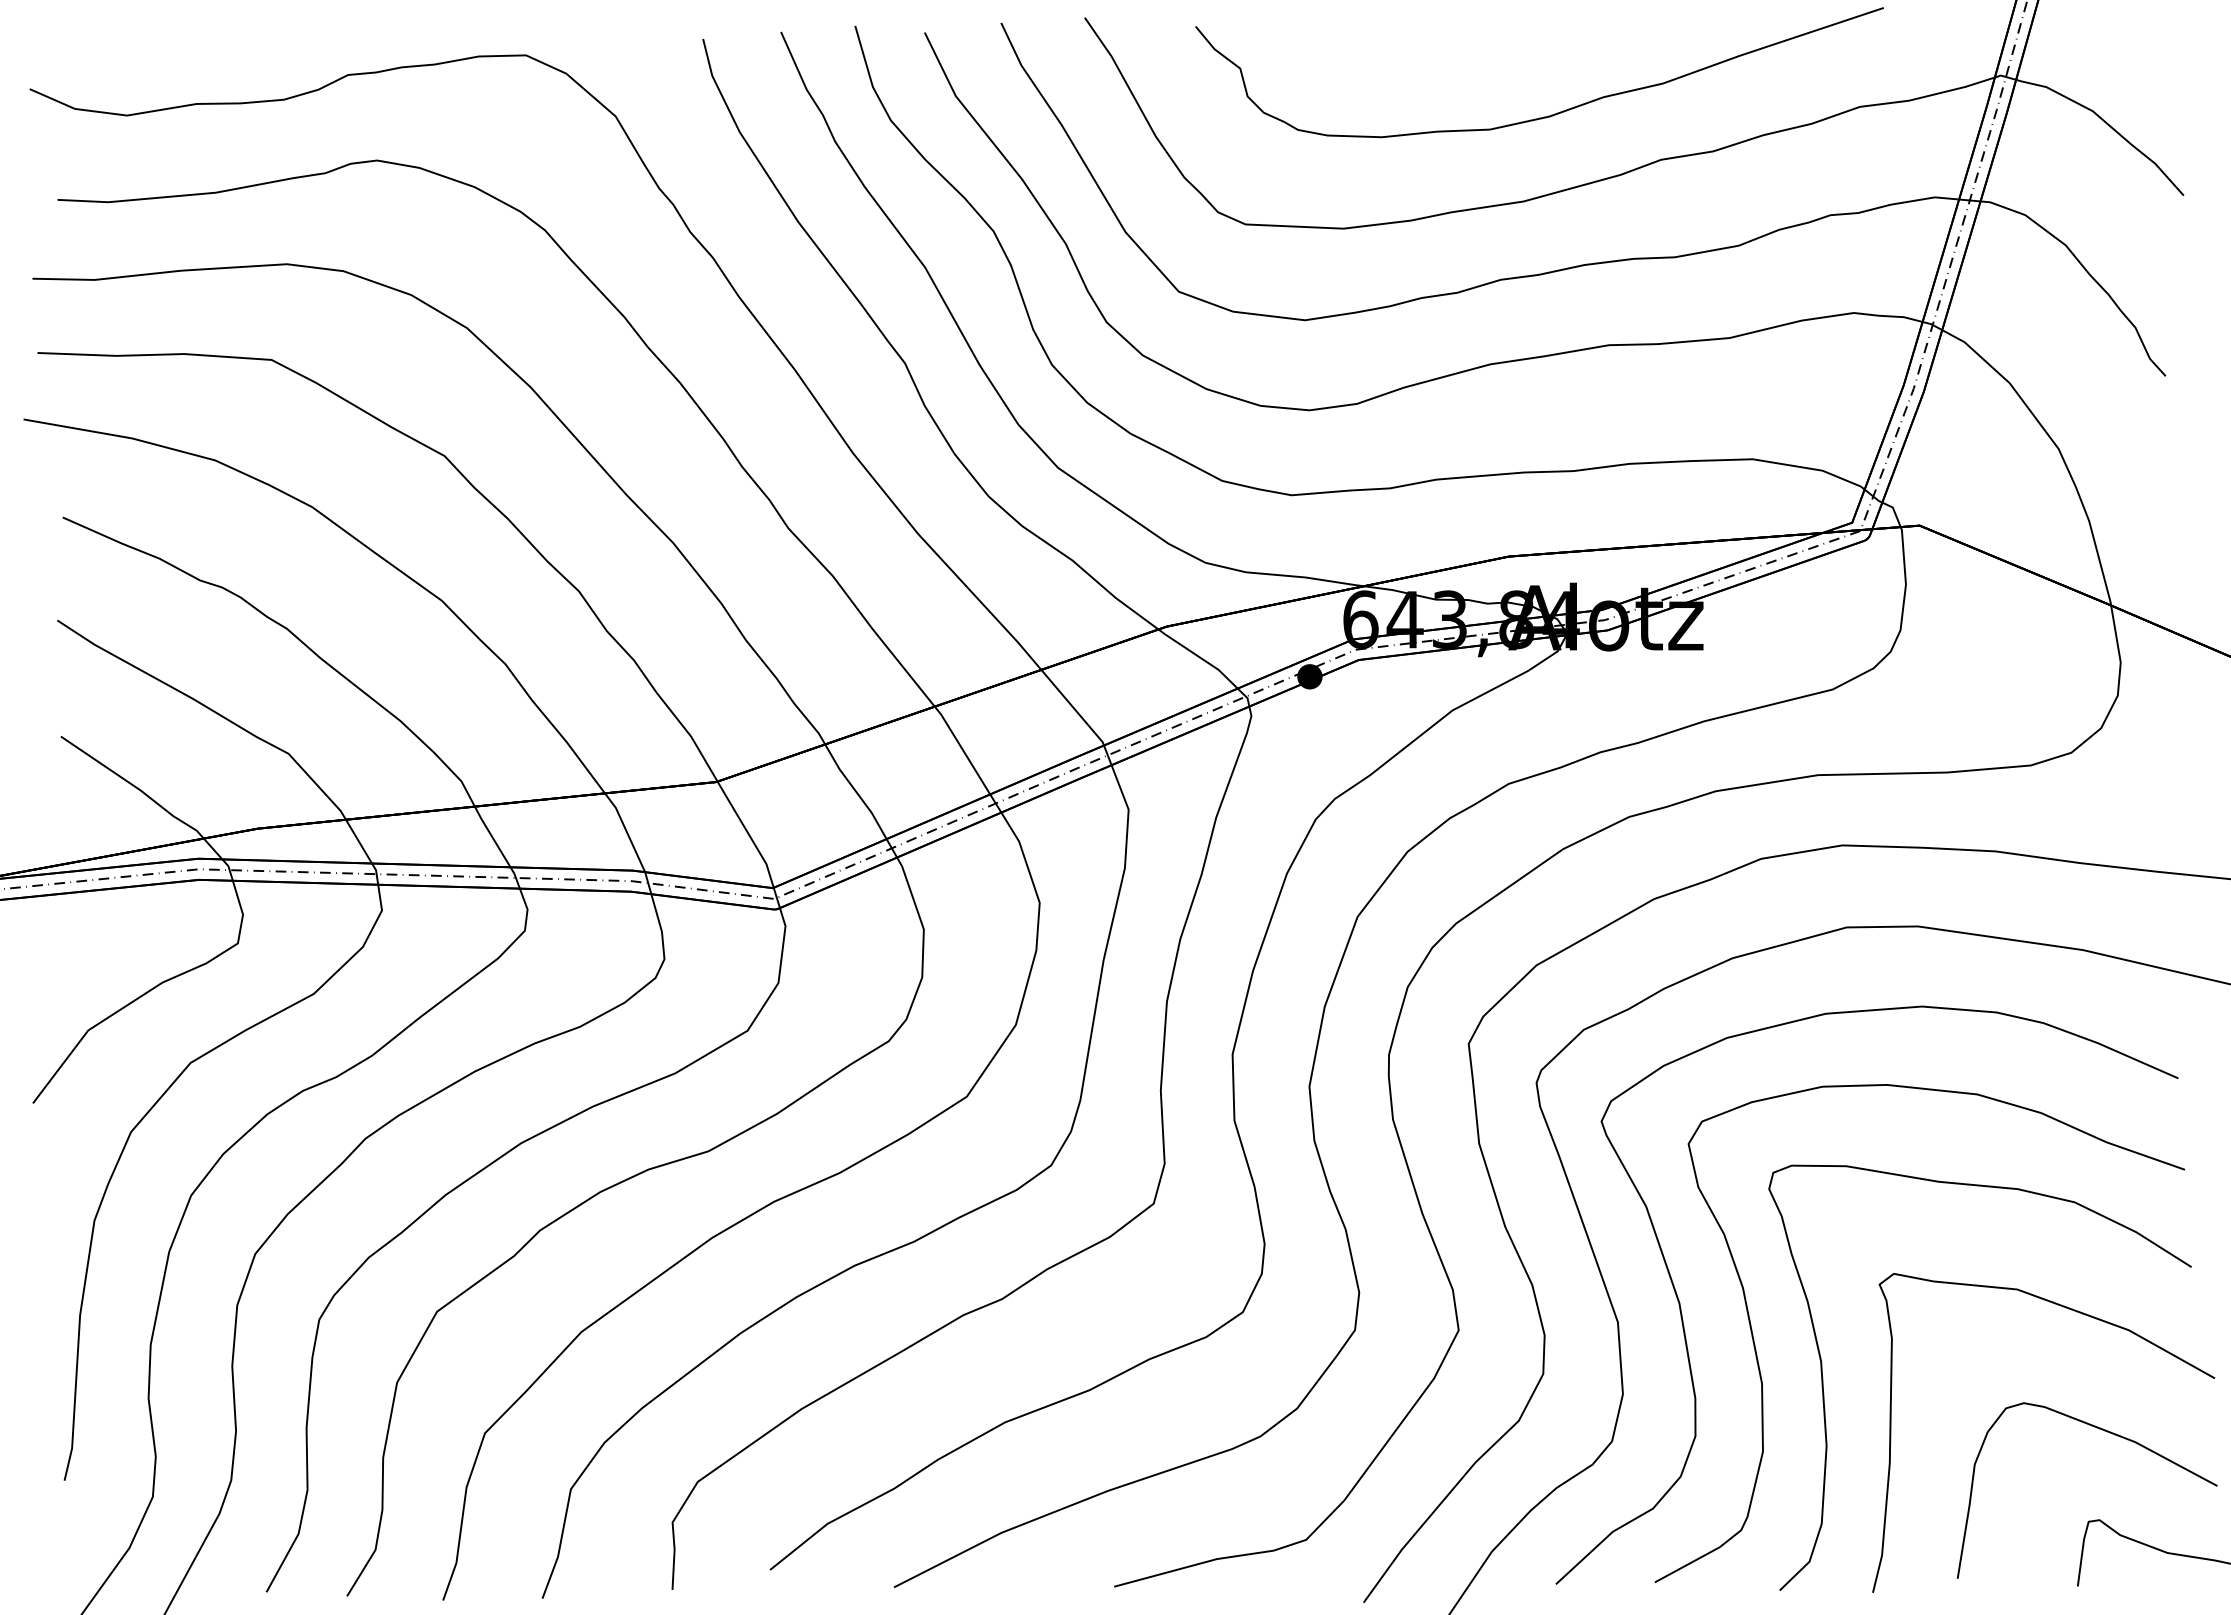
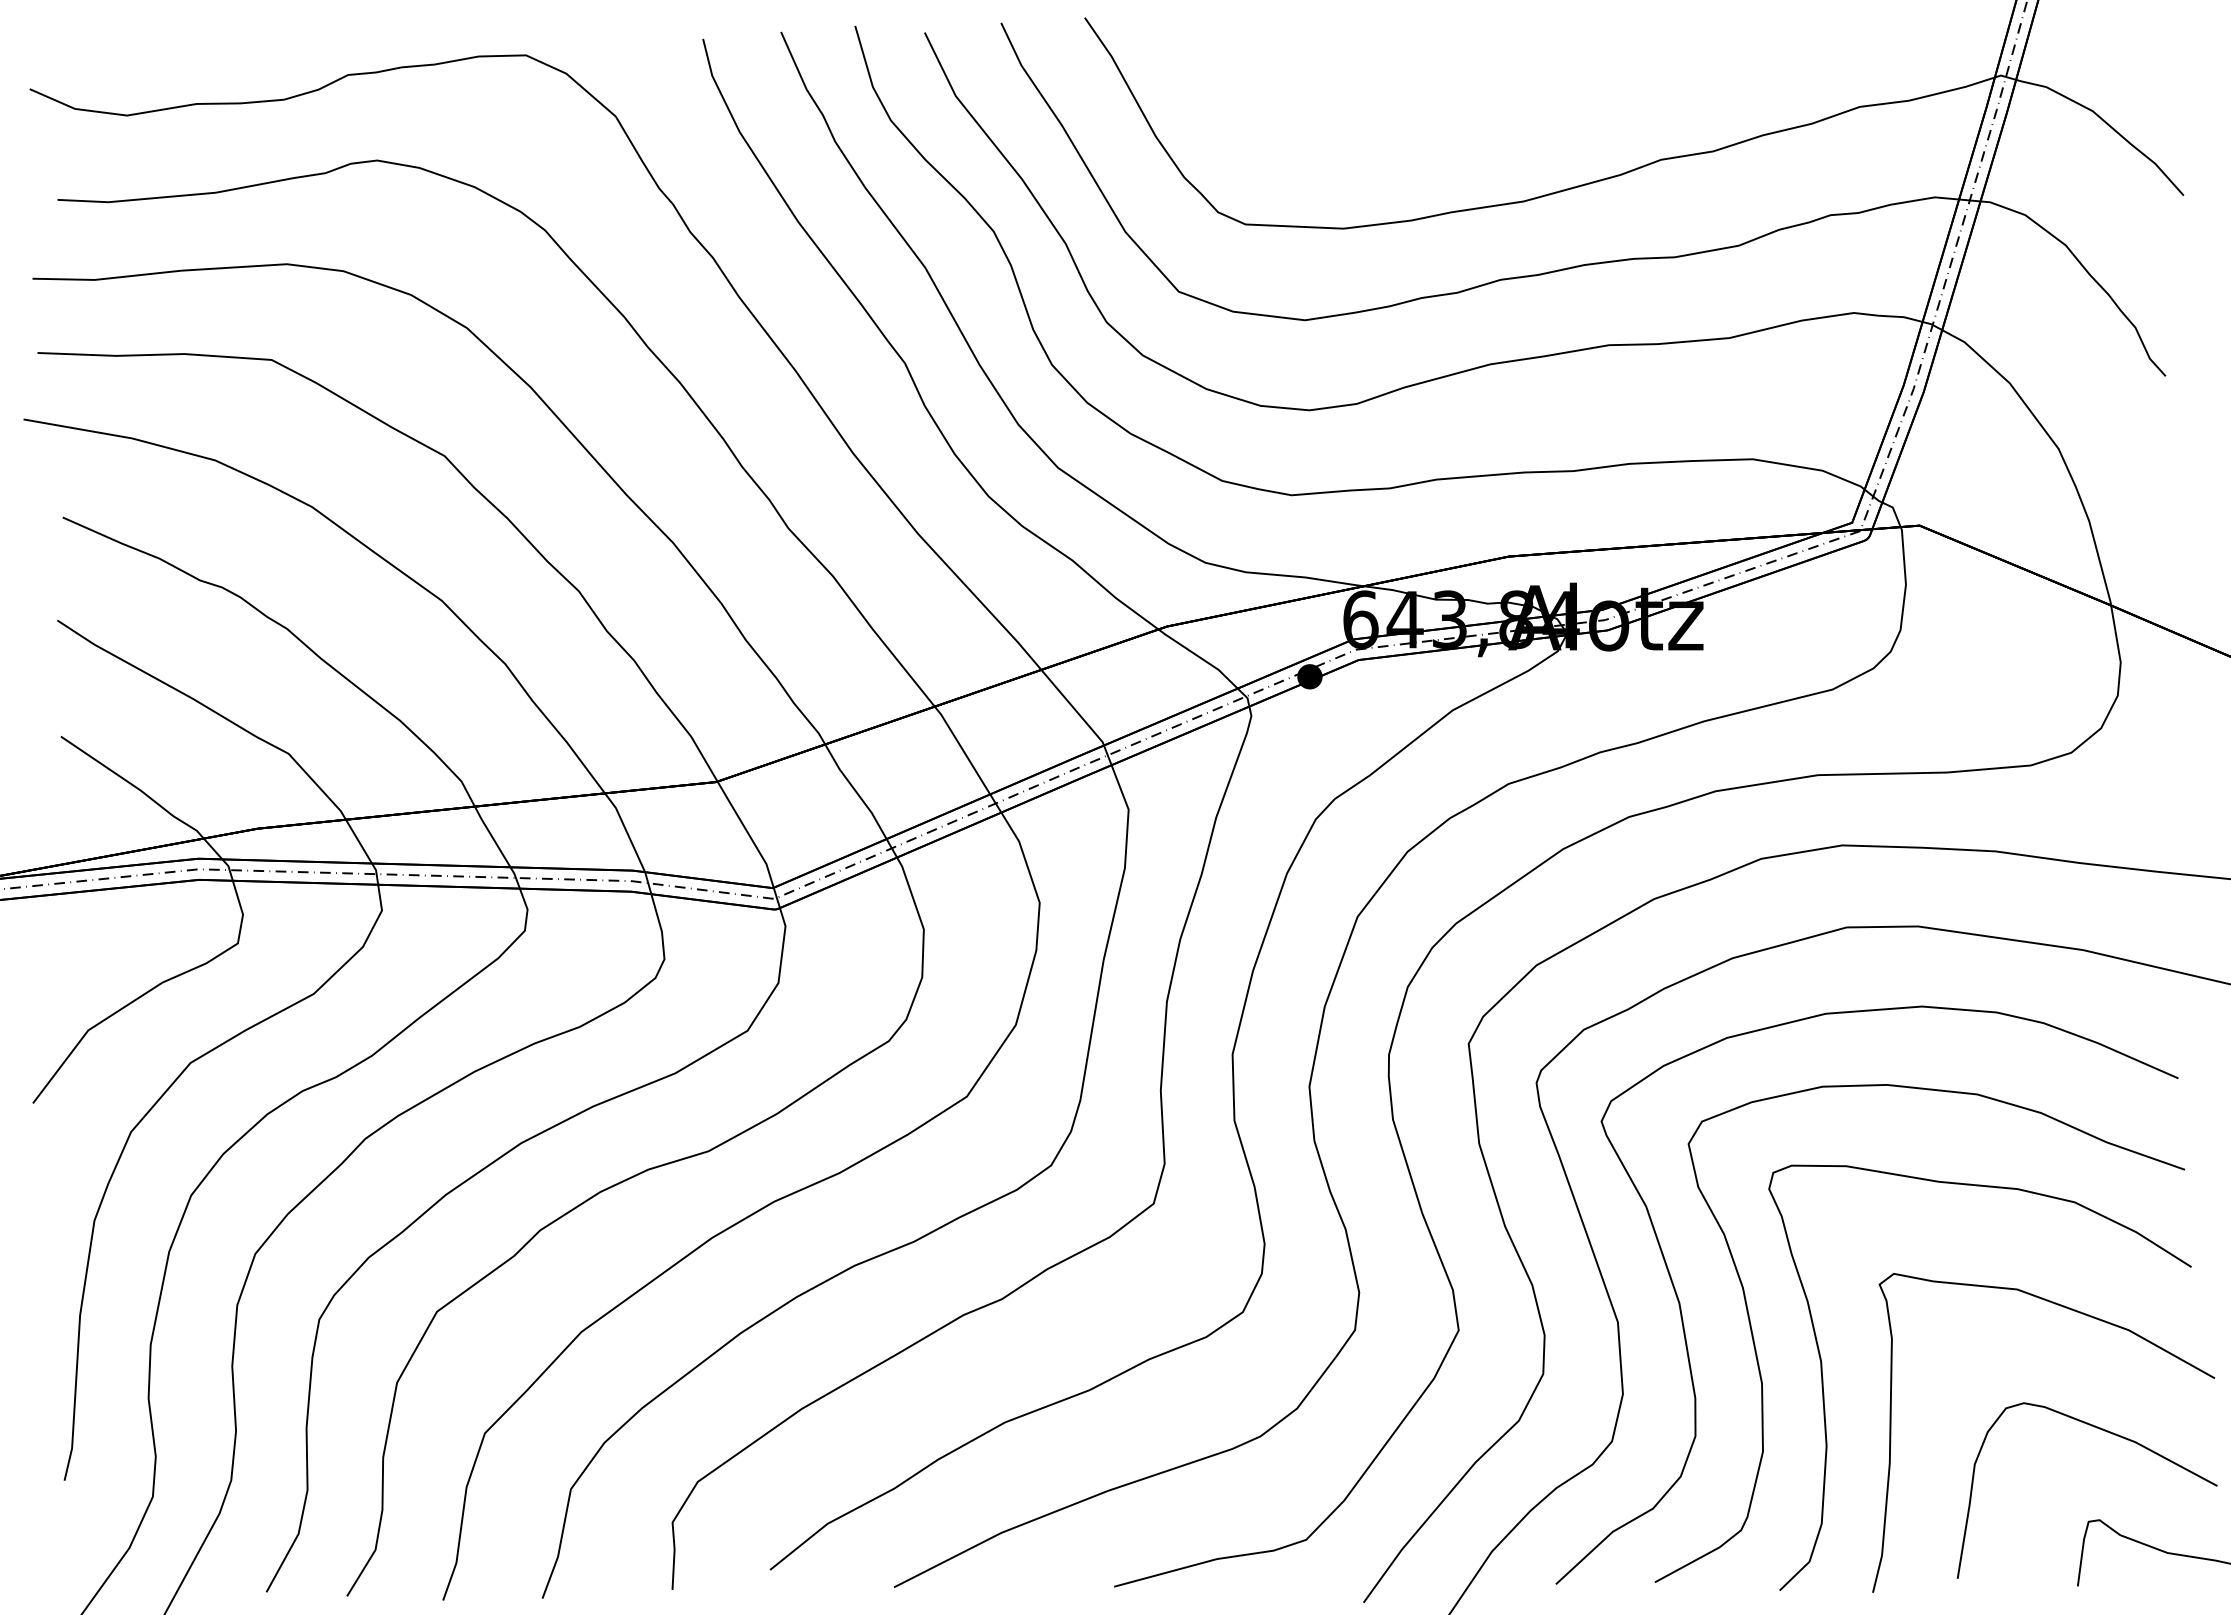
curve at (1554, 113): present -> none
